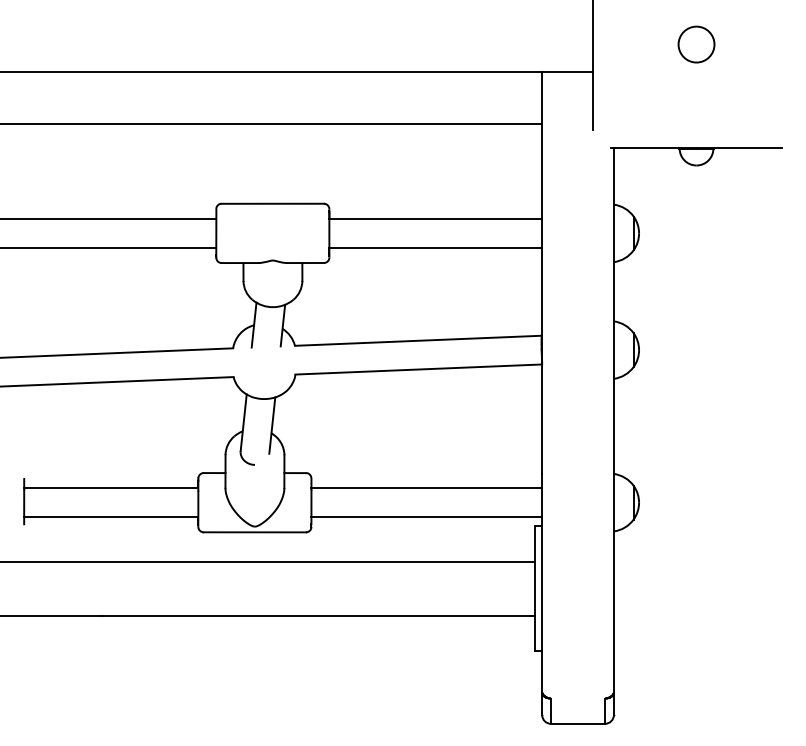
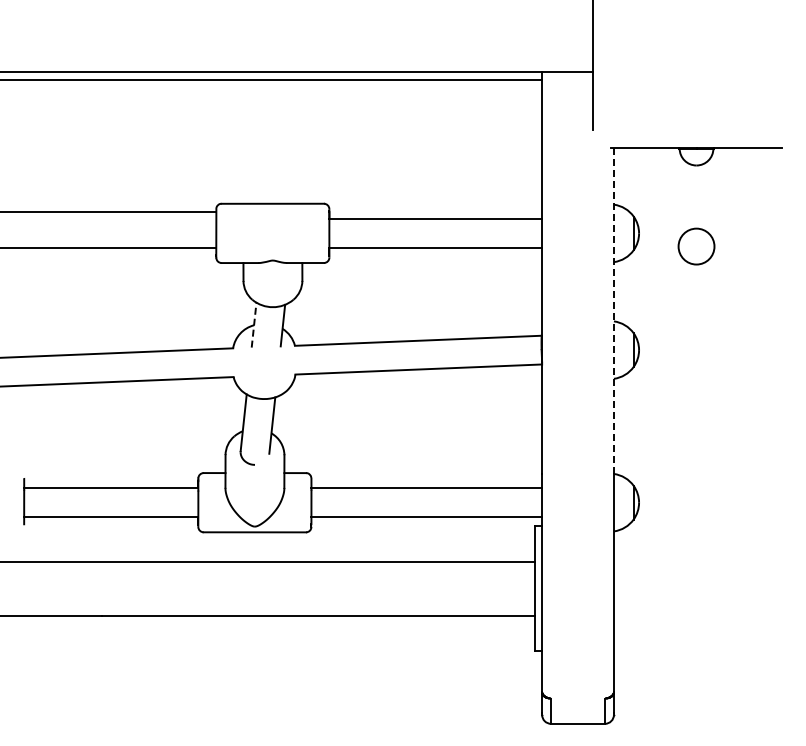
circle at (696, 44) position: (696, 44) -> (696, 246)
line at (272, 123) position: (272, 123) -> (272, 79)
line at (109, 219) position: (109, 219) -> (109, 212)
line at (613, 310): solid -> dashed
line at (254, 325): solid -> dashed
